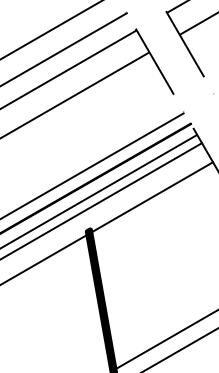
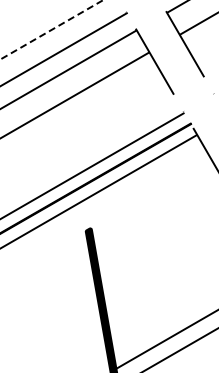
line at (52, 29): solid -> dashed
line at (101, 200): present -> none
line at (107, 222): present -> none
